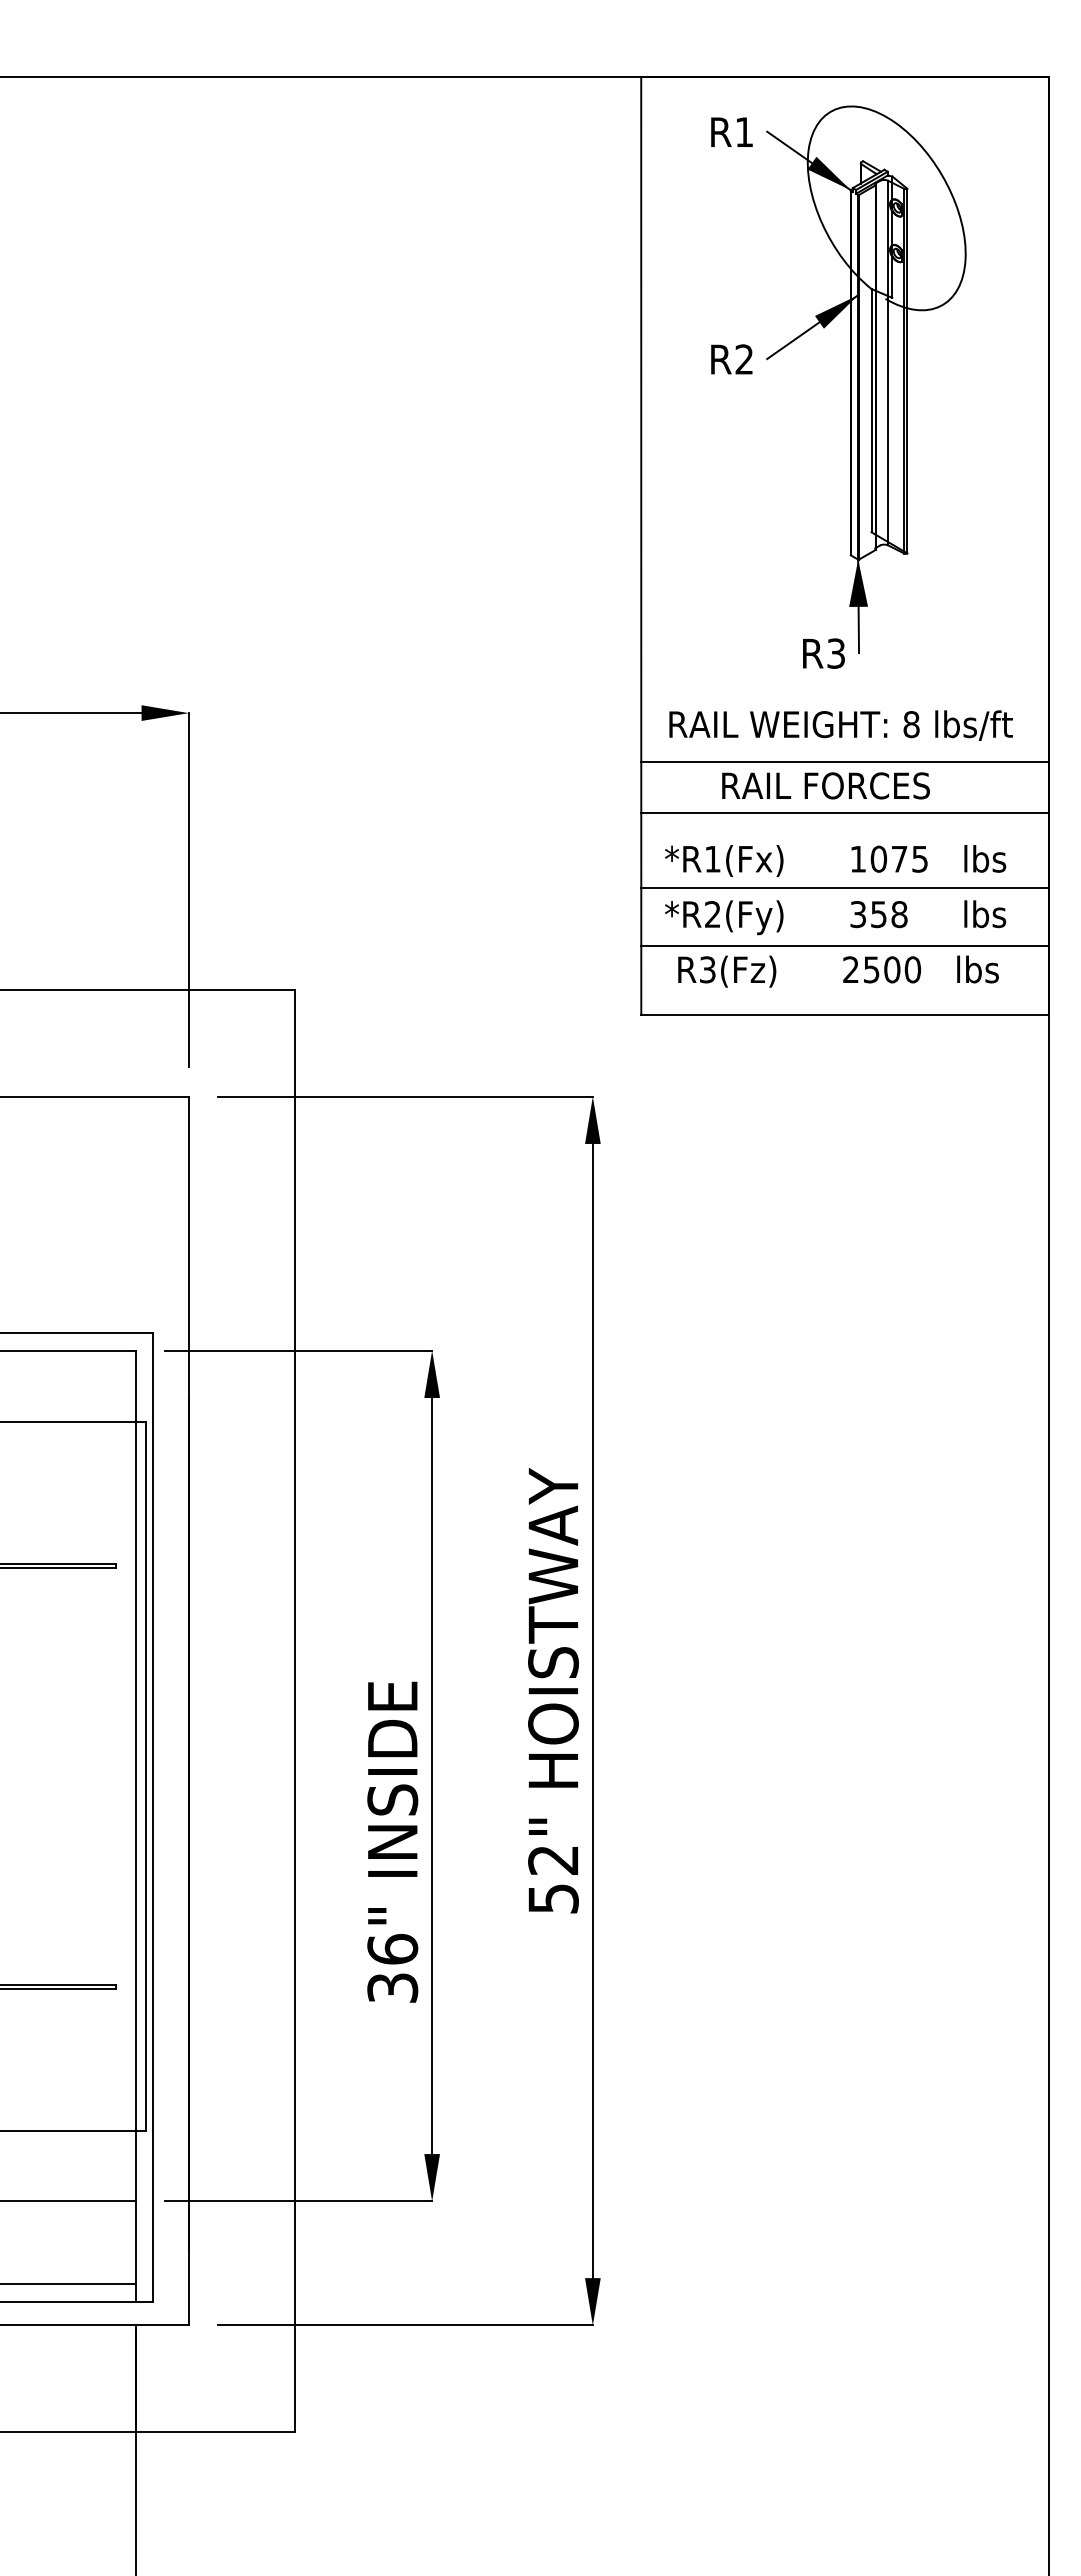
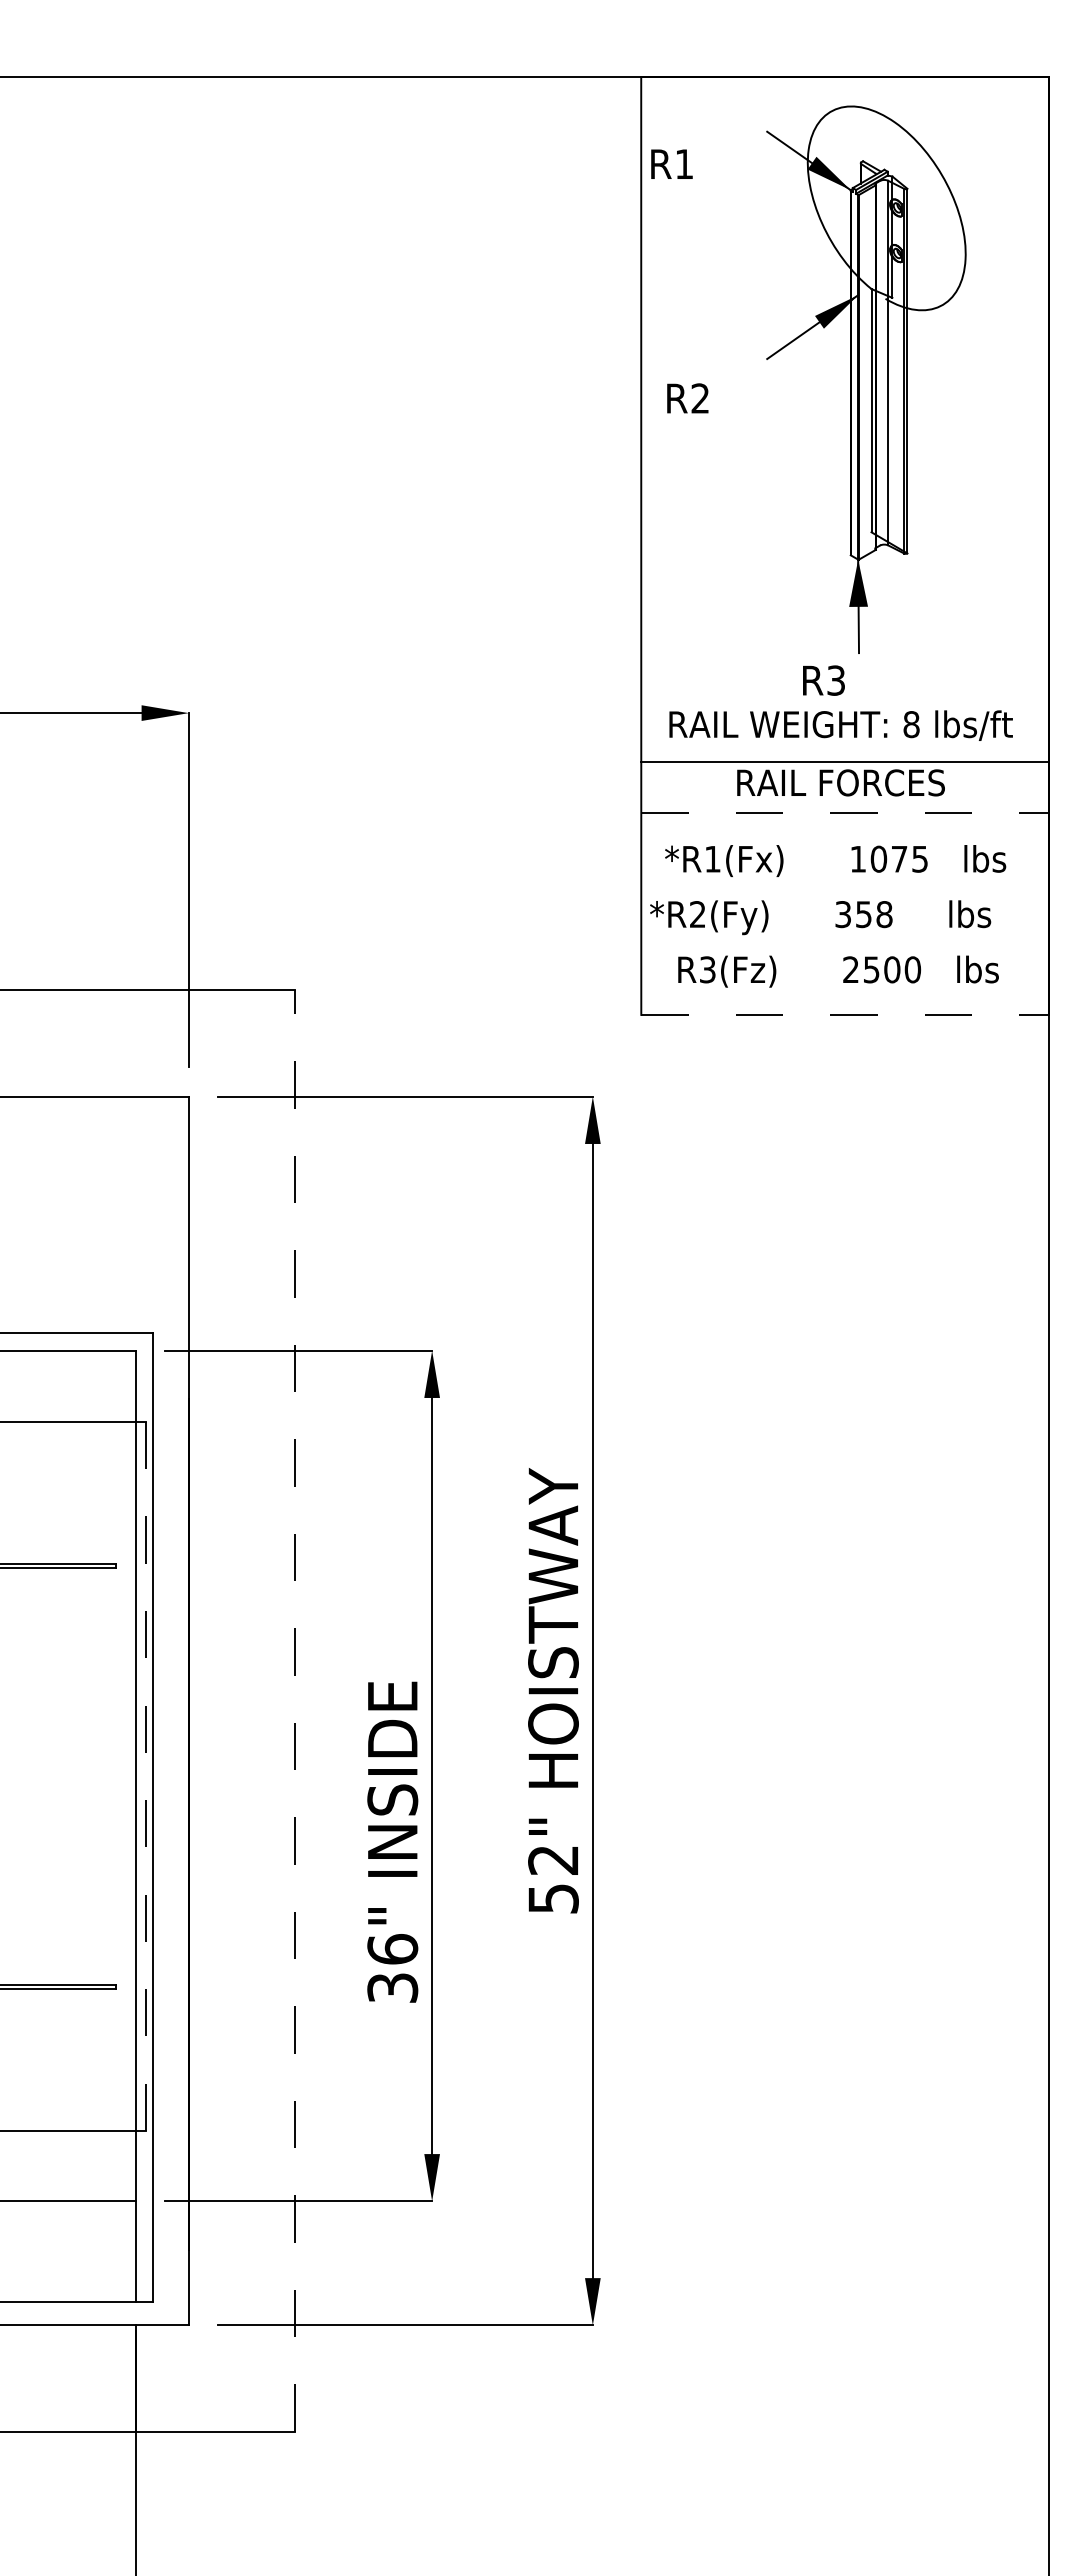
text at (731, 131) position: (731, 131) -> (671, 163)
text at (731, 359) position: (731, 359) -> (687, 398)
text at (823, 653) position: (823, 653) -> (823, 680)
text at (825, 785) position: (825, 785) -> (840, 782)
line at (845, 813): solid -> dashed
line at (844, 887): present -> none
text at (835, 917) position: (835, 917) -> (820, 917)
line at (844, 946): present -> none
line at (845, 1014): solid -> dashed
line at (295, 1711): solid -> dashed
line at (145, 1775): solid -> dashed
line at (68, 2284): present -> none
